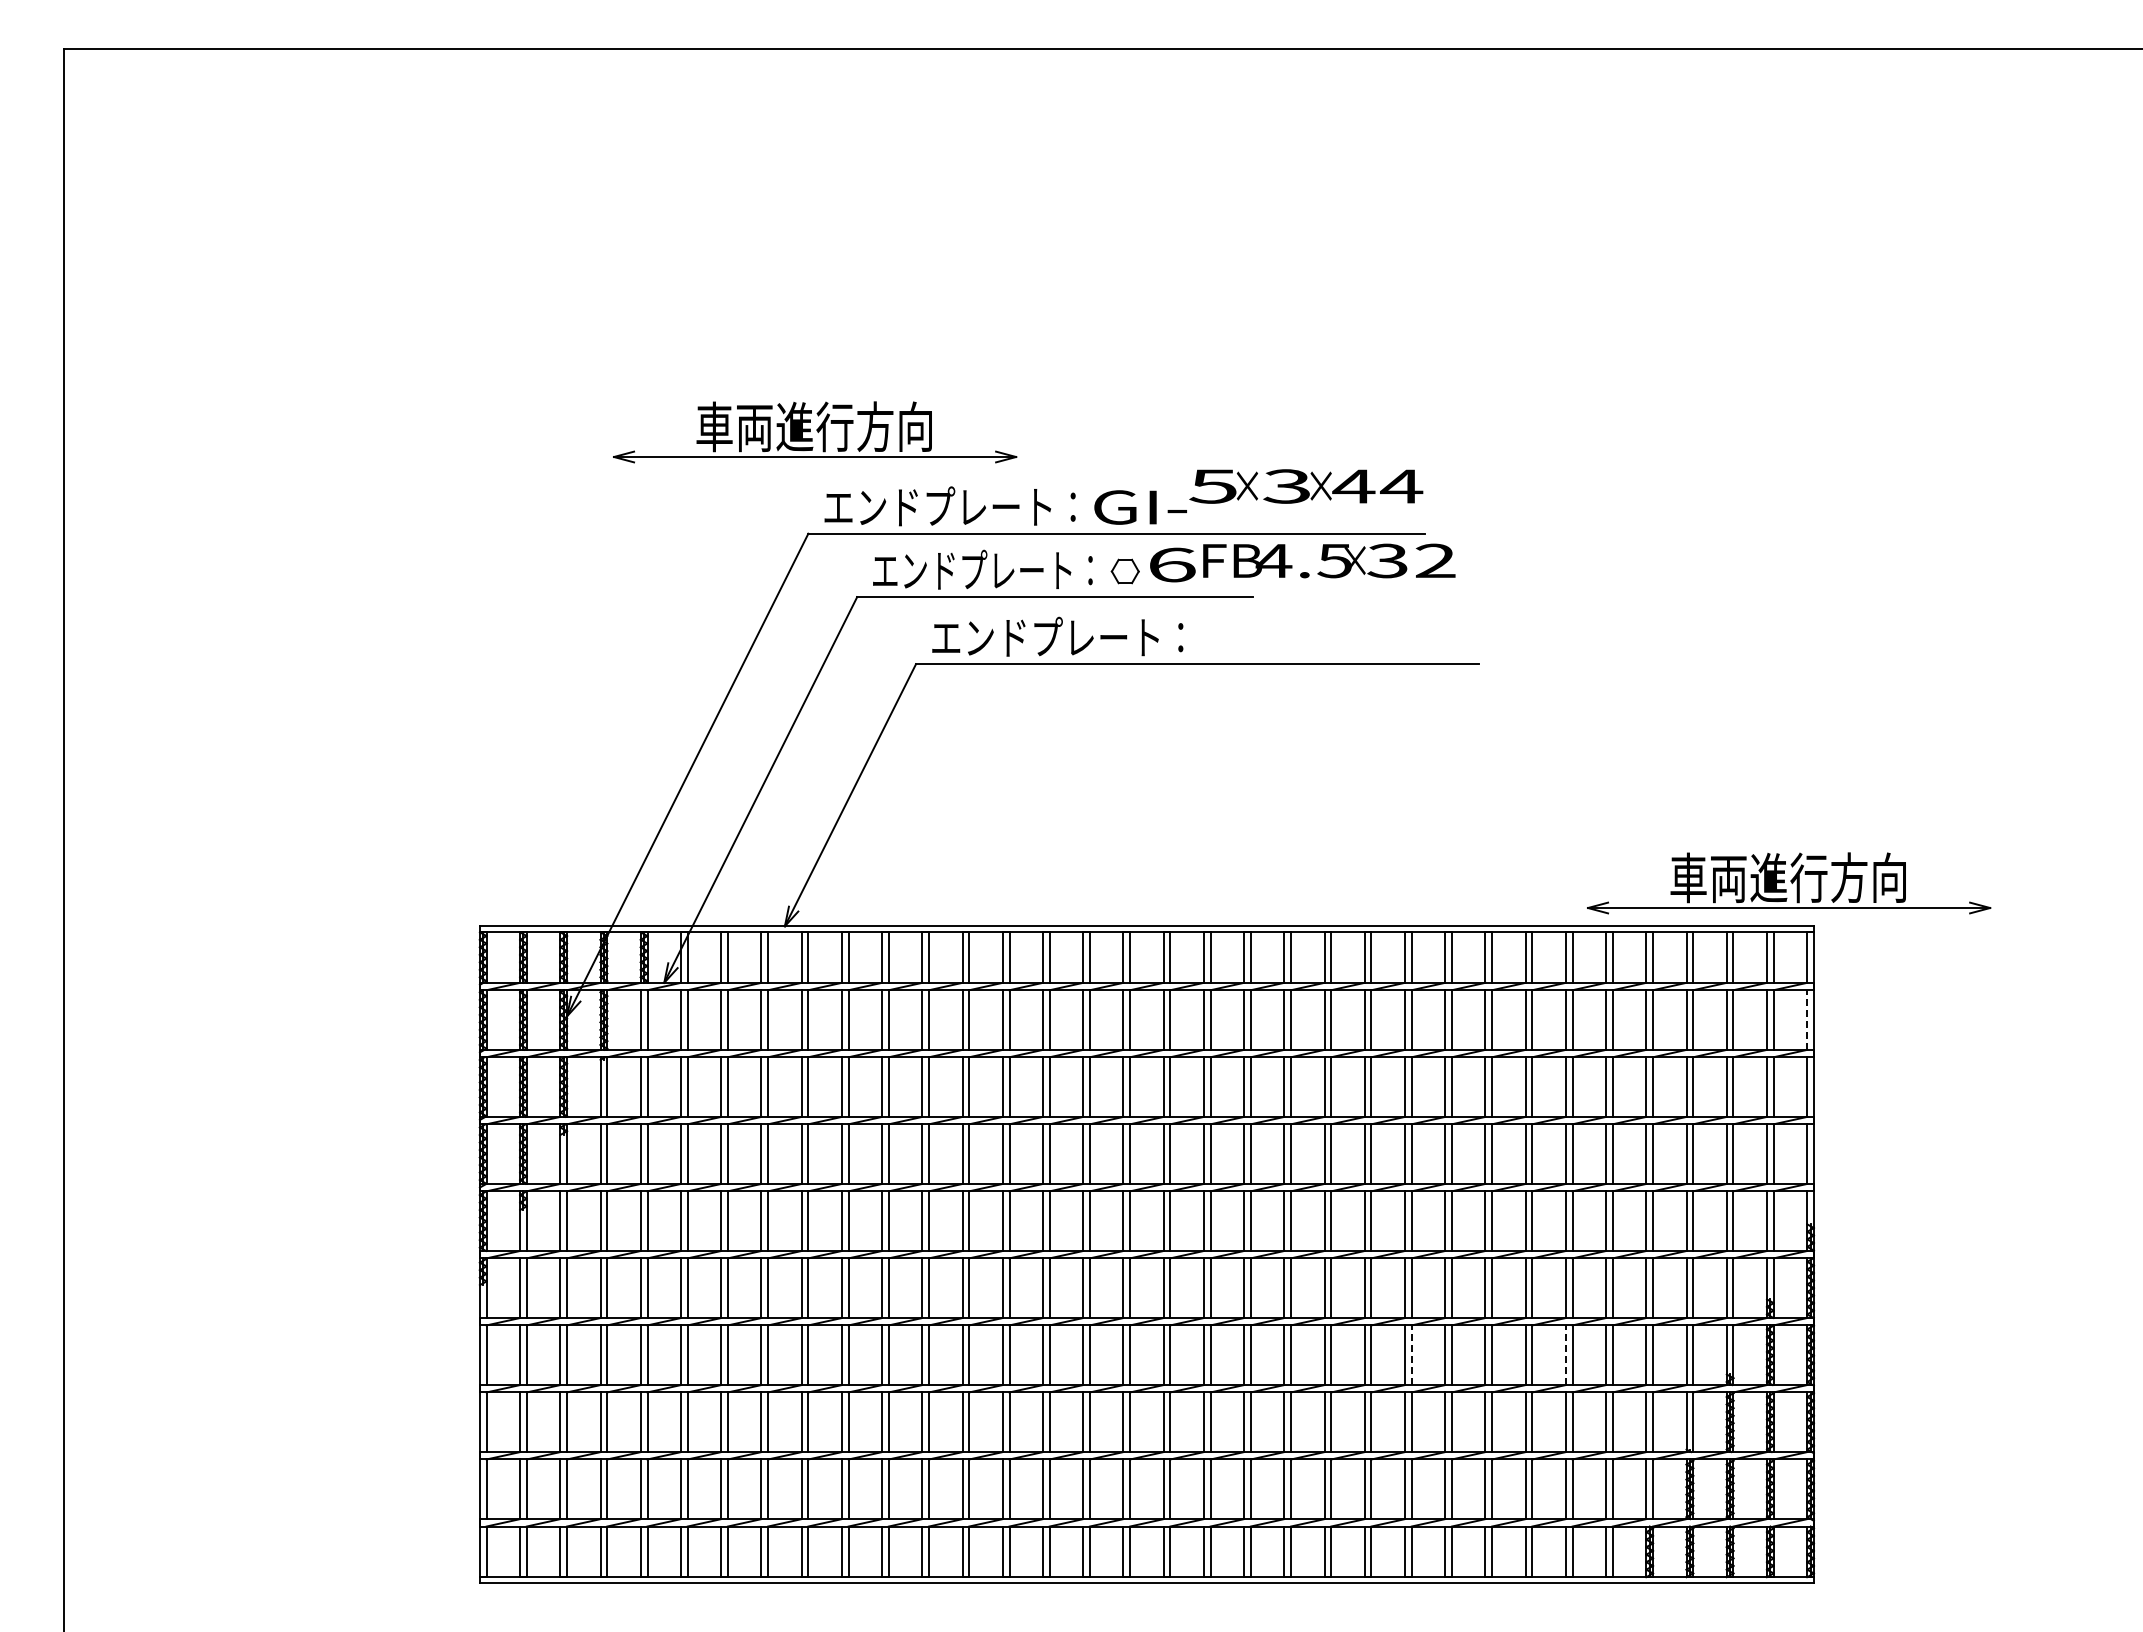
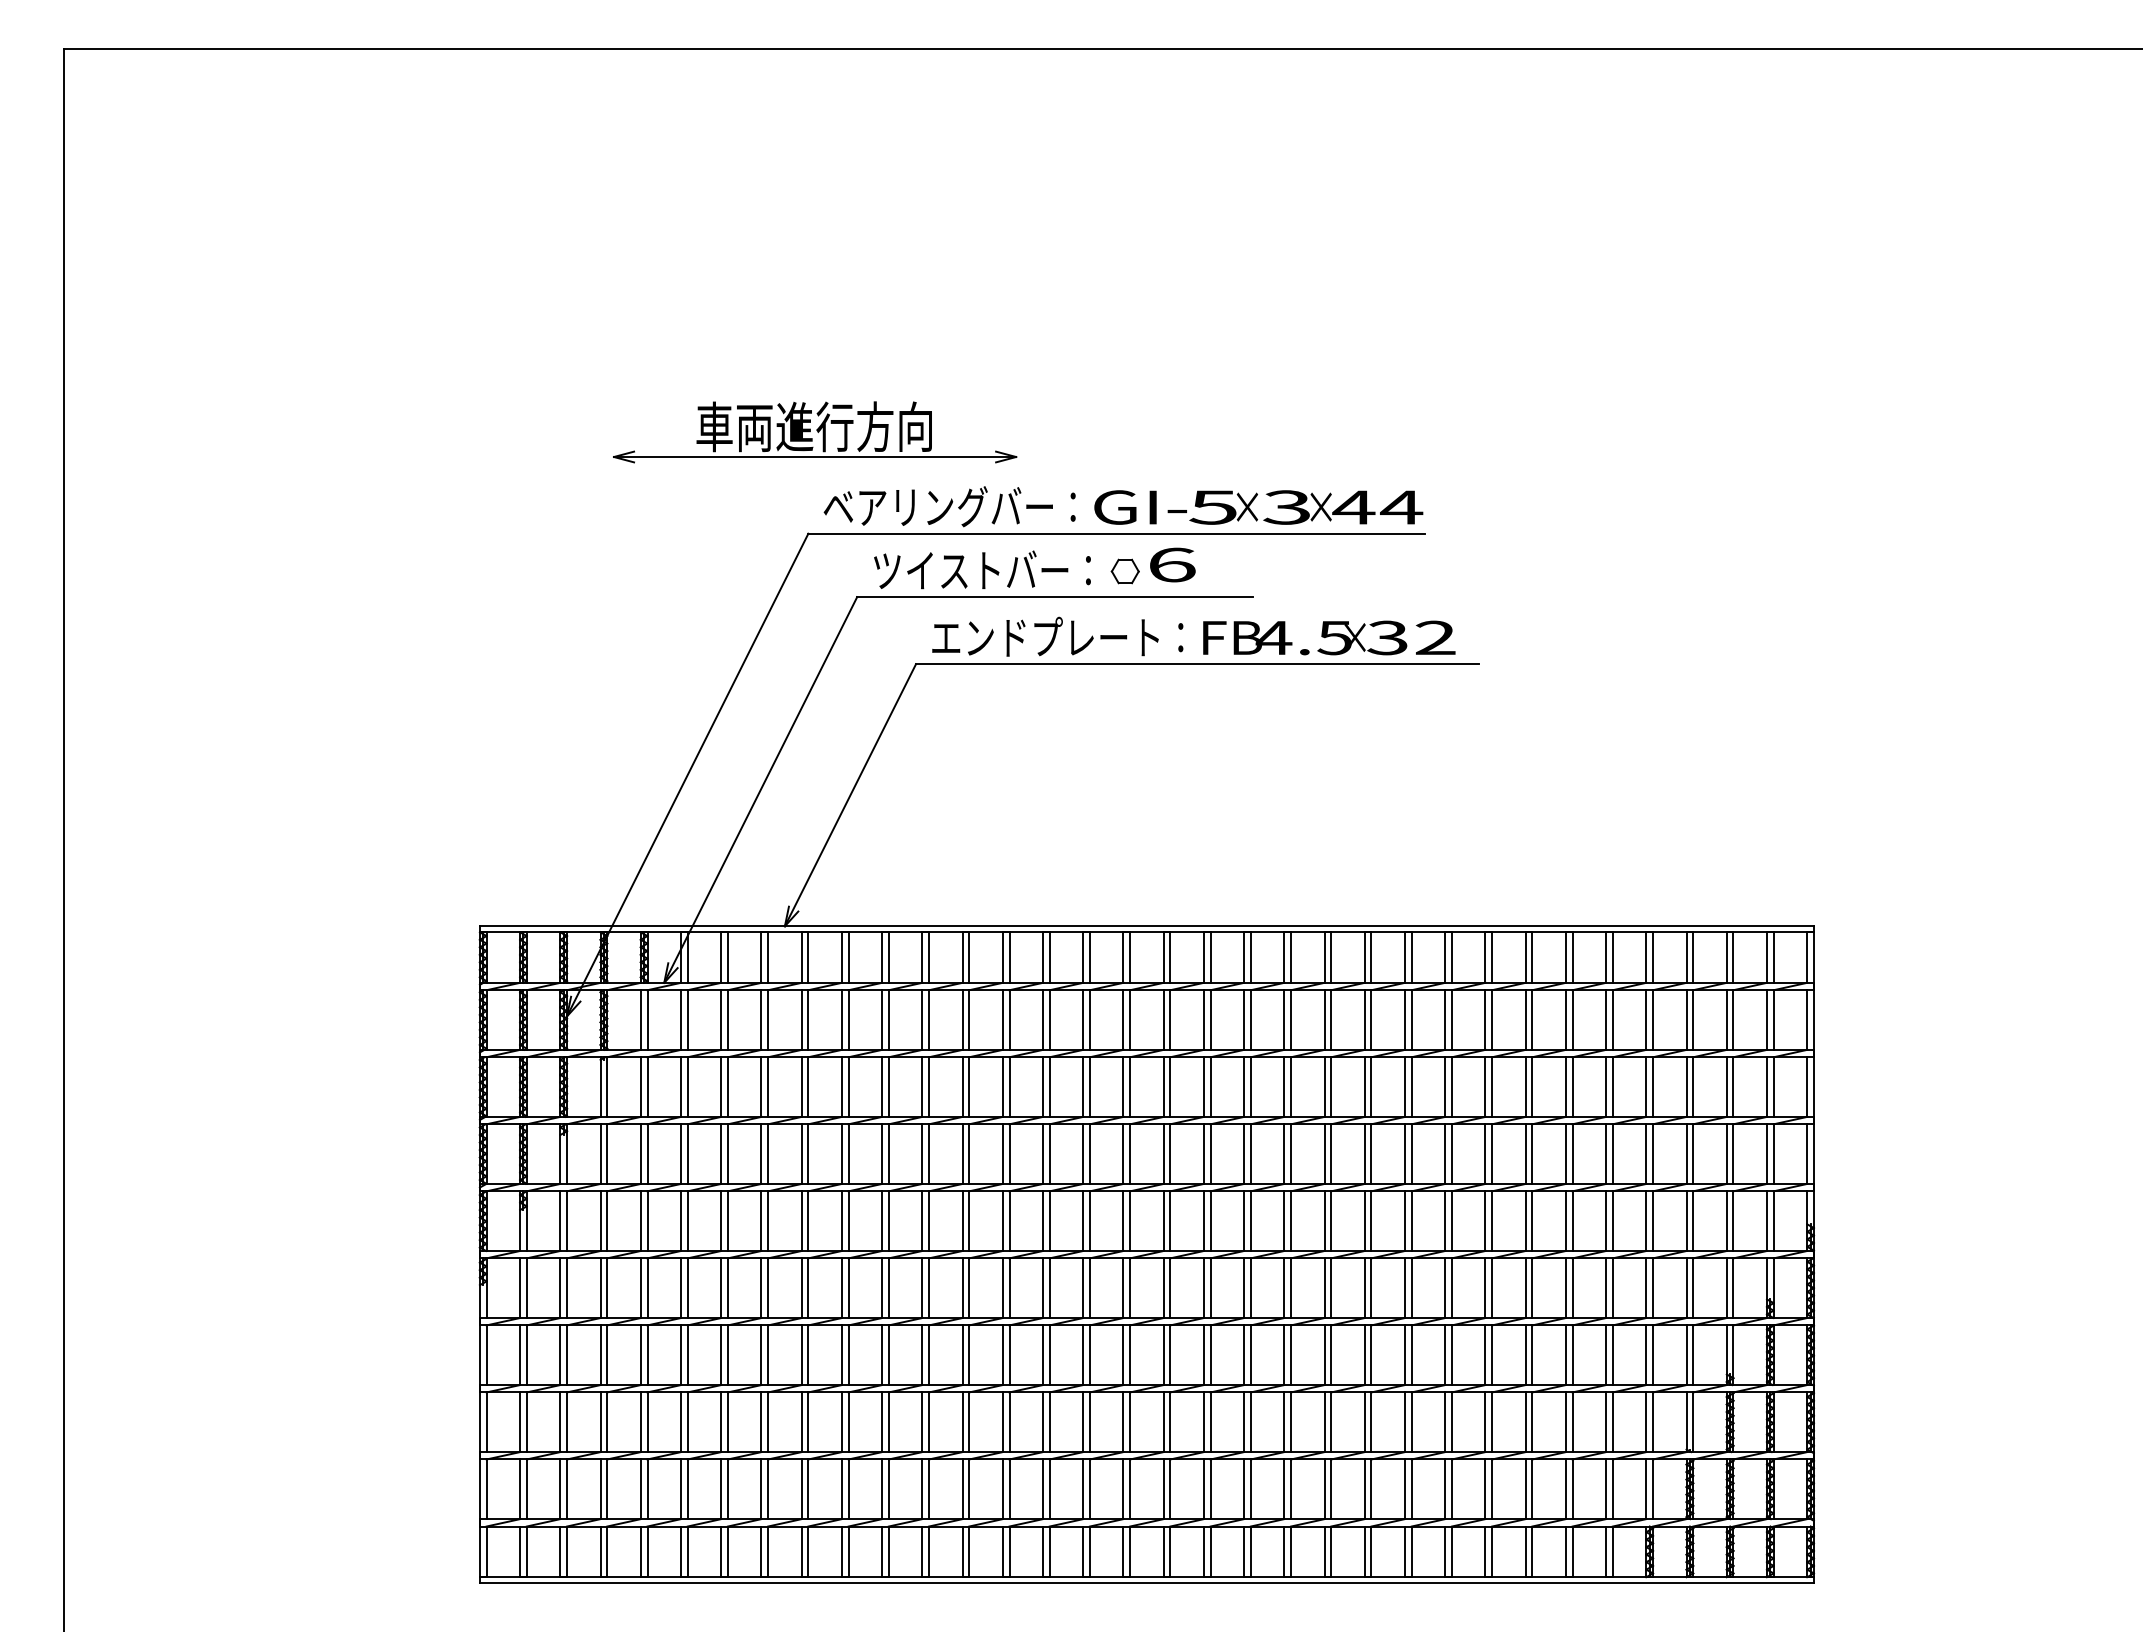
text at (1306, 486) position: (1306, 486) -> (1306, 507)
text at (937, 506): エンドプレート： -> ベアリングバー：
text at (1329, 560) position: (1329, 560) -> (1329, 637)
text at (982, 569): エンドプレート： -> ツイストバー：
part at (1789, 883): present -> none
line at (1807, 1020): dashed -> solid
line at (1411, 1355): dashed -> solid
line at (1565, 1355): dashed -> solid
